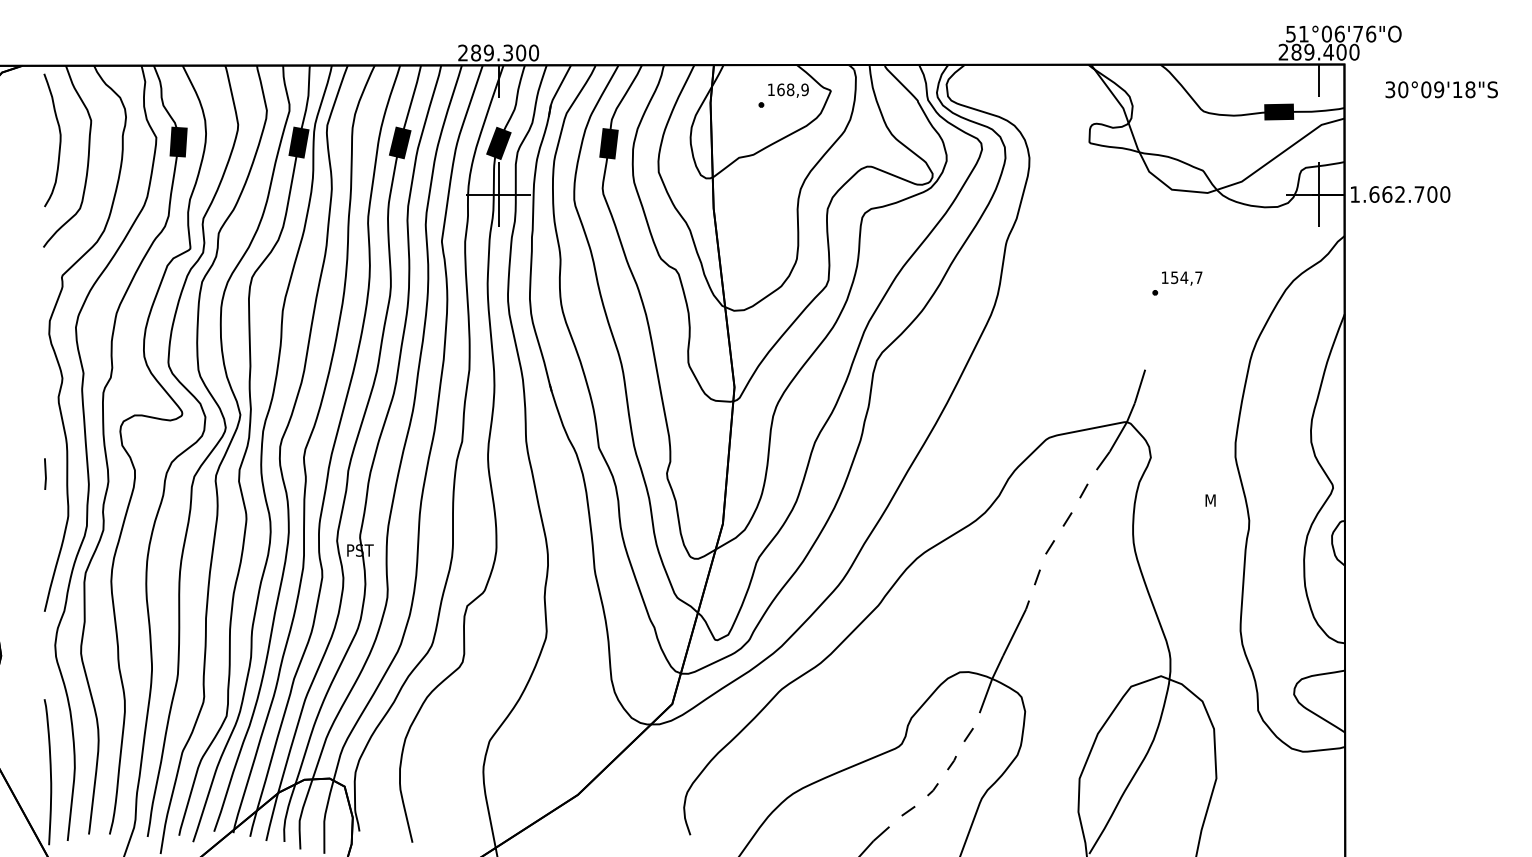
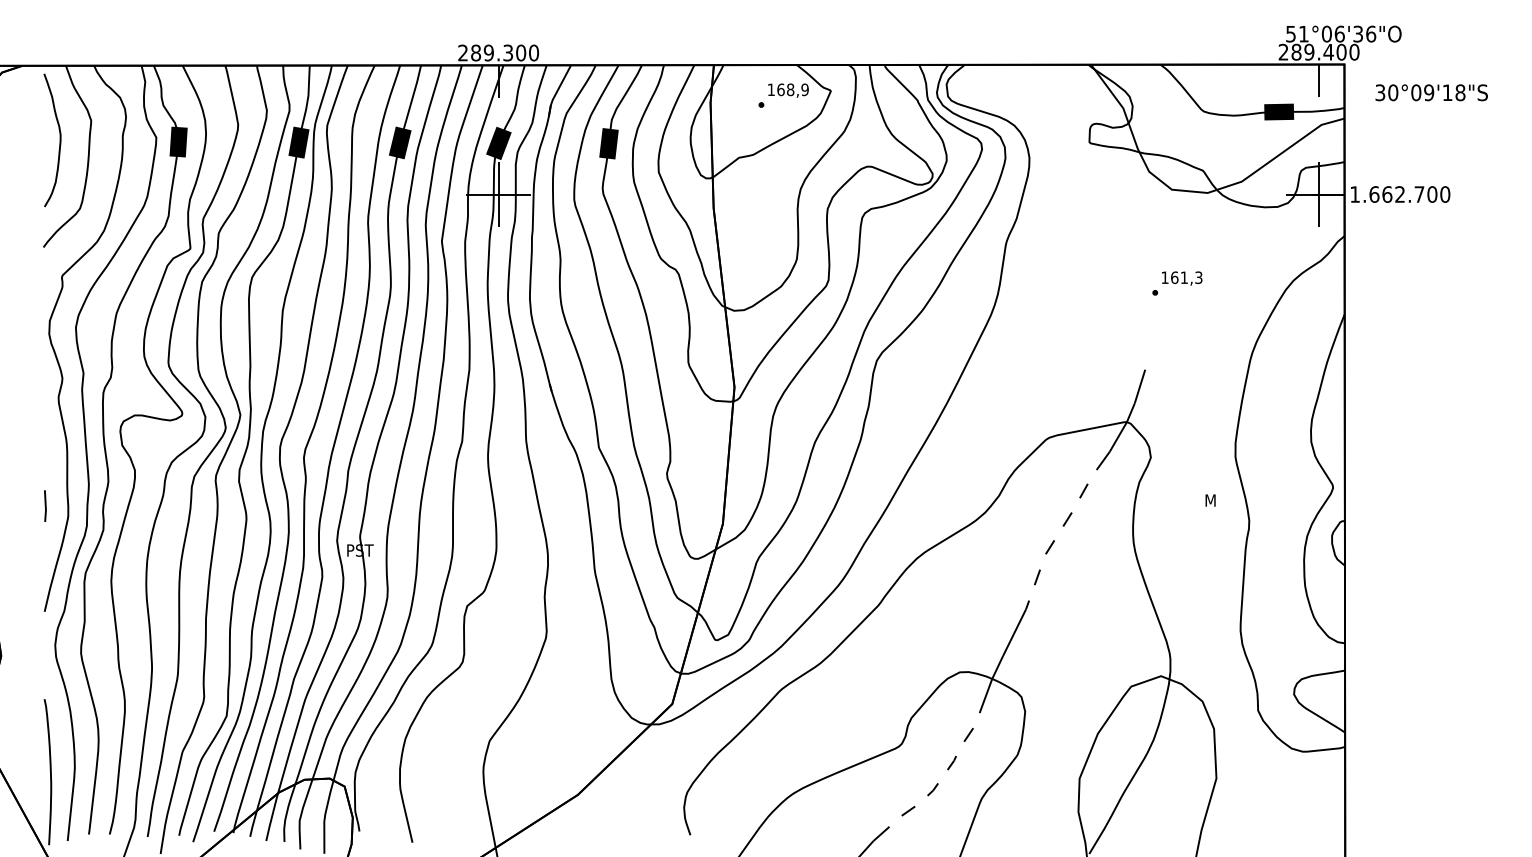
text at (1357, 33): 51°06'76"O -> 51°06'36"O
text at (1441, 89) position: (1441, 89) -> (1431, 92)
text at (1186, 277): 154,7 -> 161,3
line at (45, 473) position: (45, 473) -> (45, 505)
